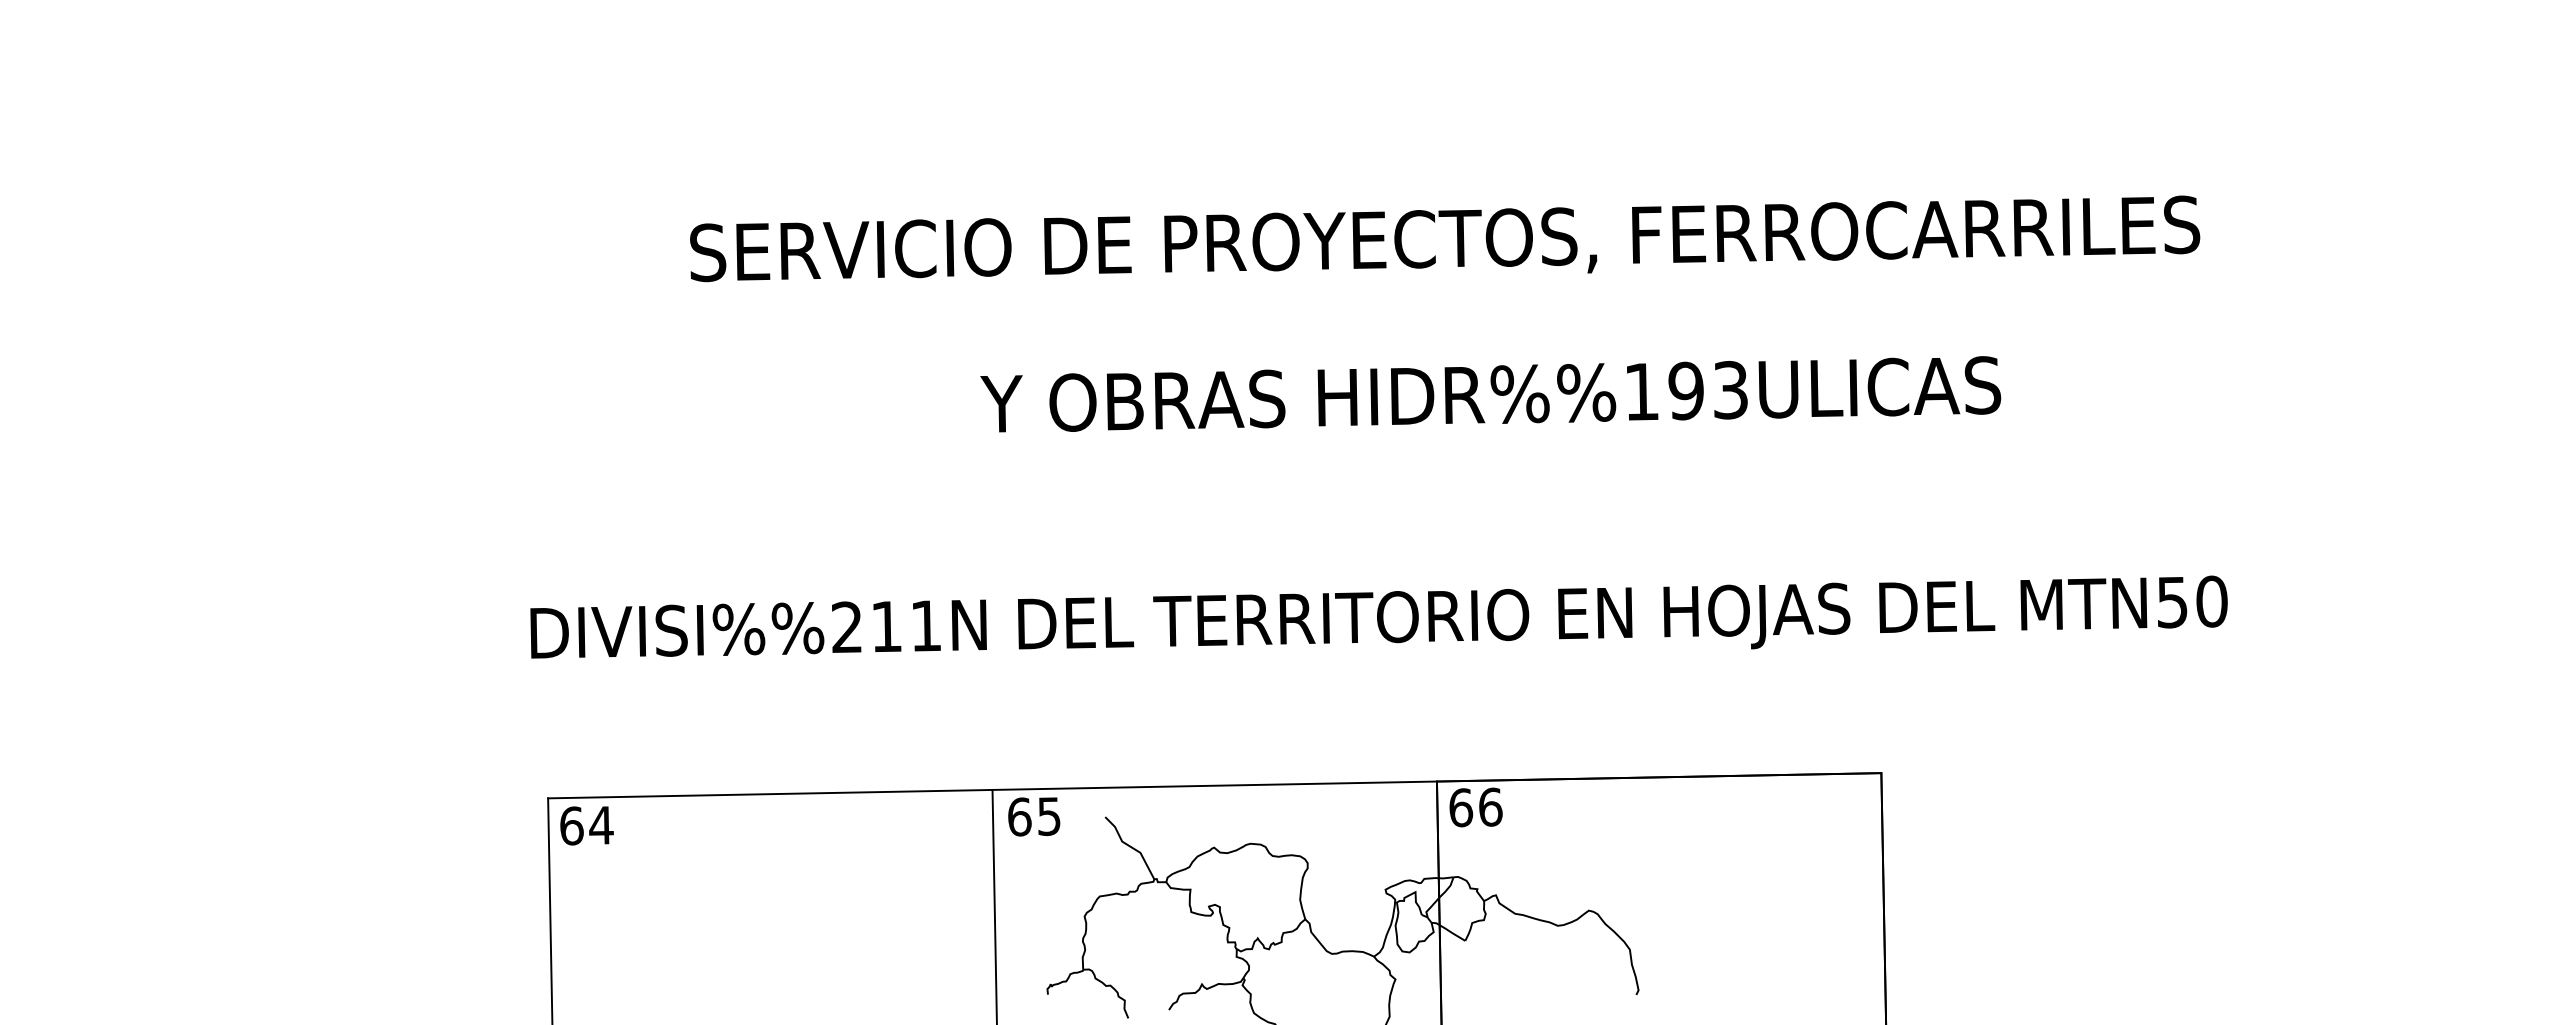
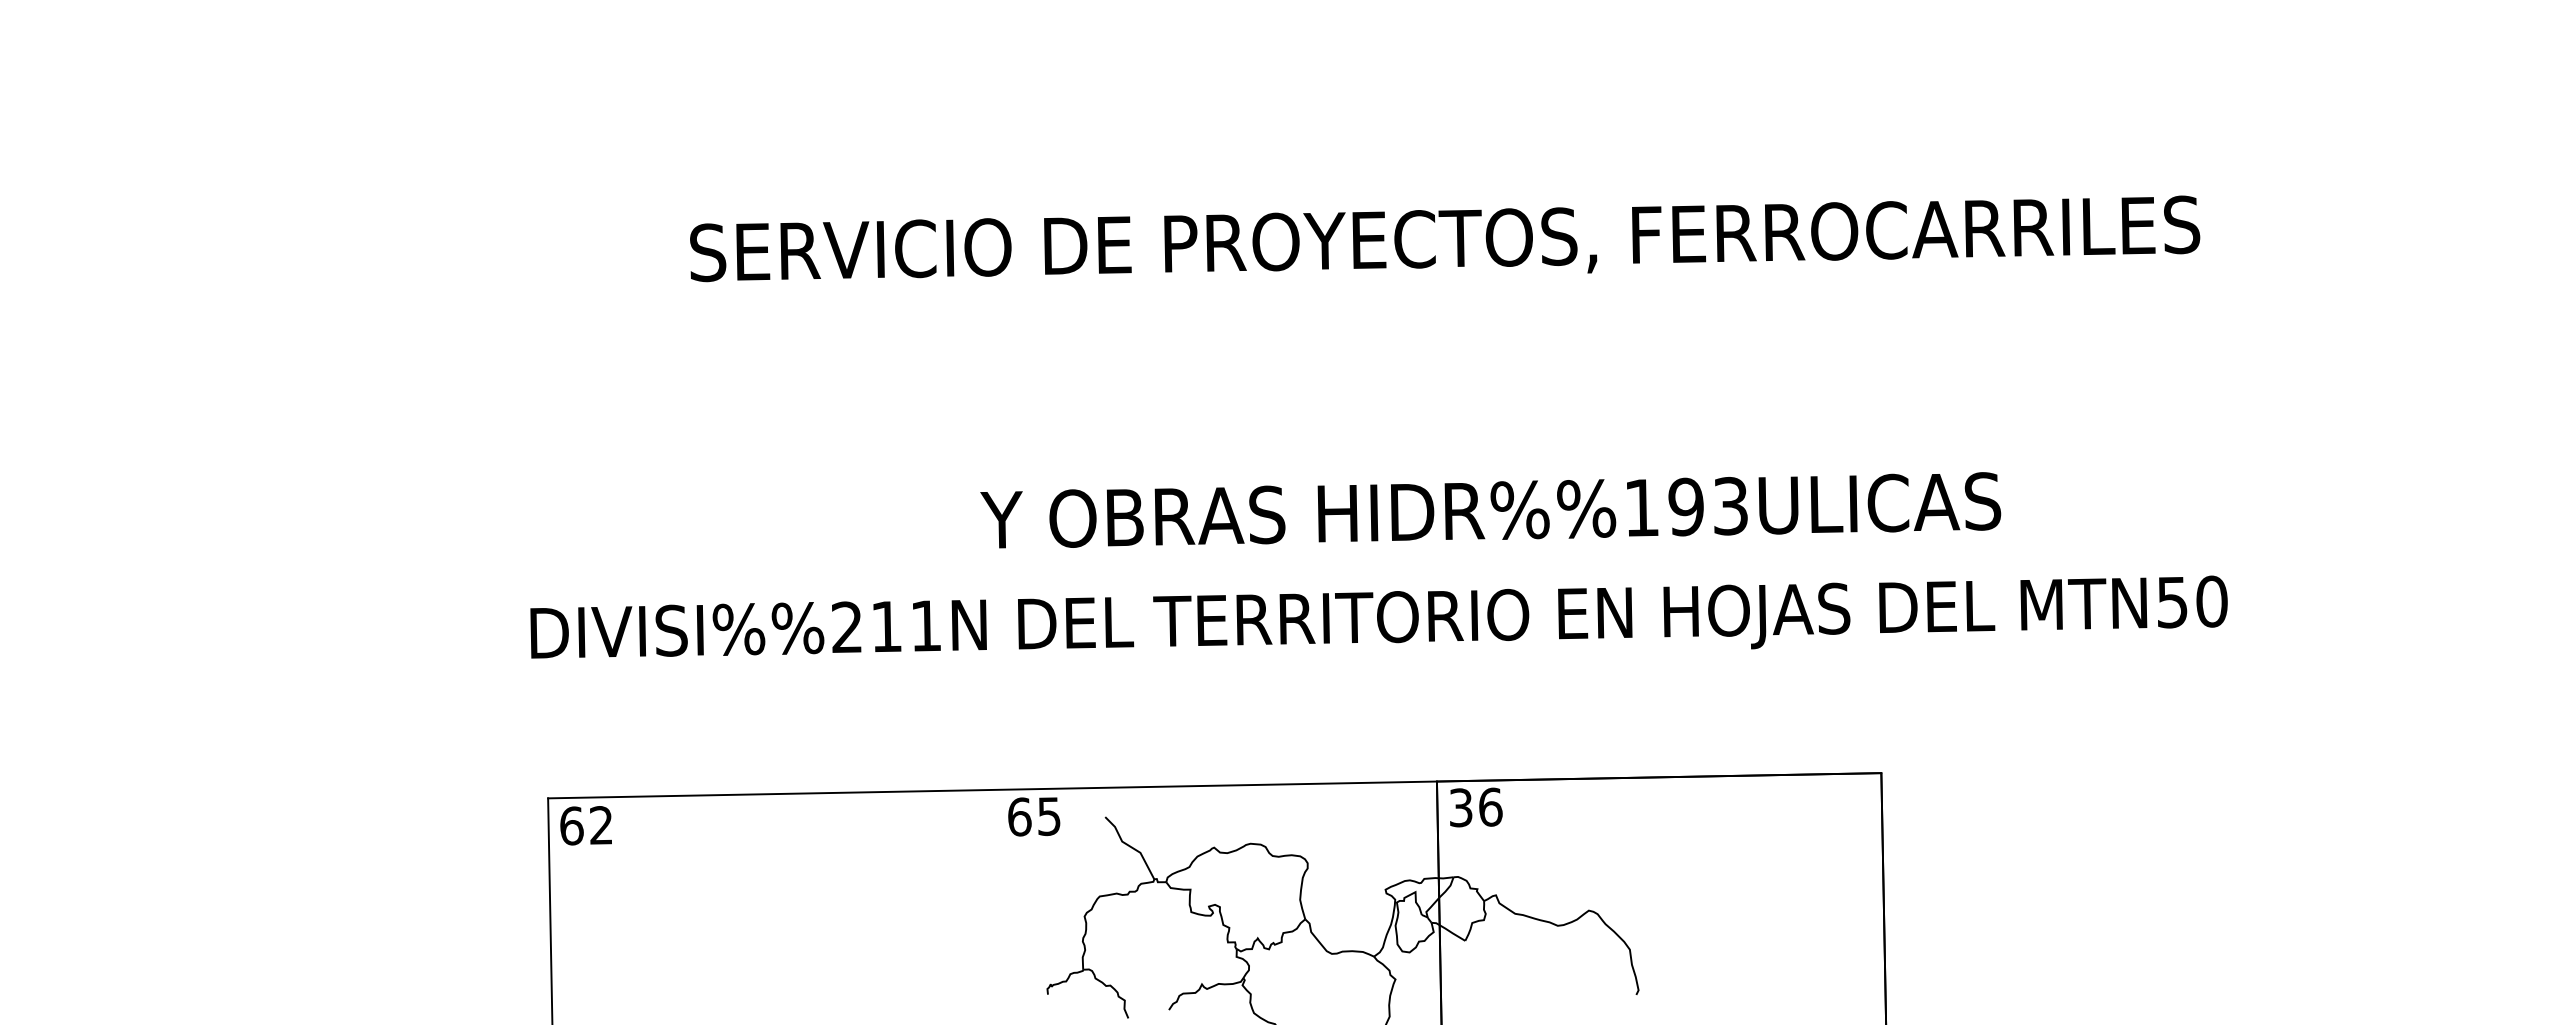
text at (1490, 394) position: (1490, 394) -> (1490, 510)
text at (1461, 807): 66 -> 36
text at (601, 825): 64 -> 62
line at (994, 905): present -> none
